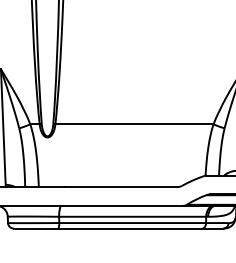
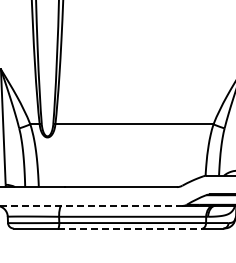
line at (92, 205): solid -> dashed
line at (130, 228): solid -> dashed
